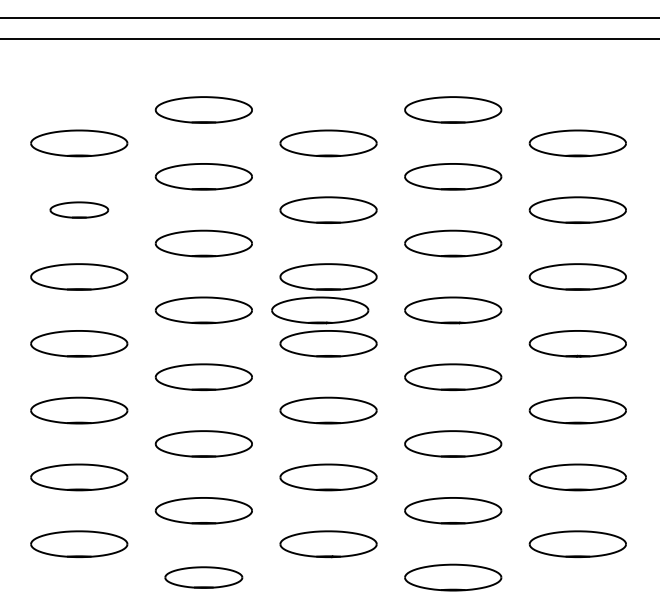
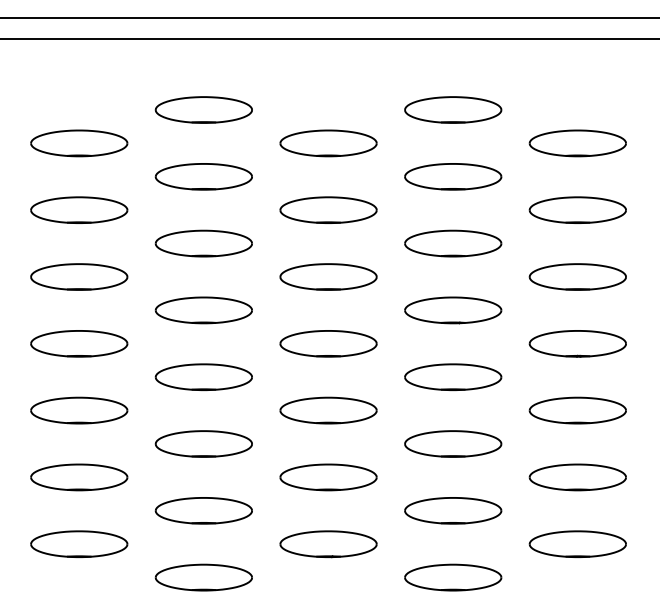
part at (79, 209) size: 61x18 px -> 99x28 px
part at (320, 310): present -> none
part at (203, 577) size: 80x23 px -> 99x29 px
